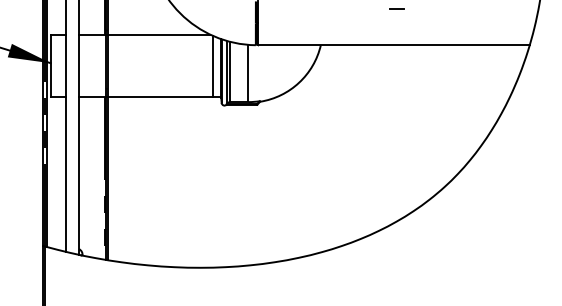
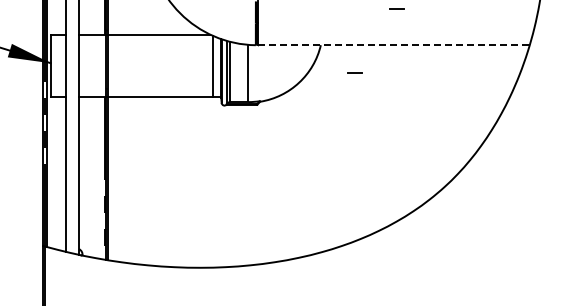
line at (394, 45): solid -> dashed
line at (354, 72): none -> present
